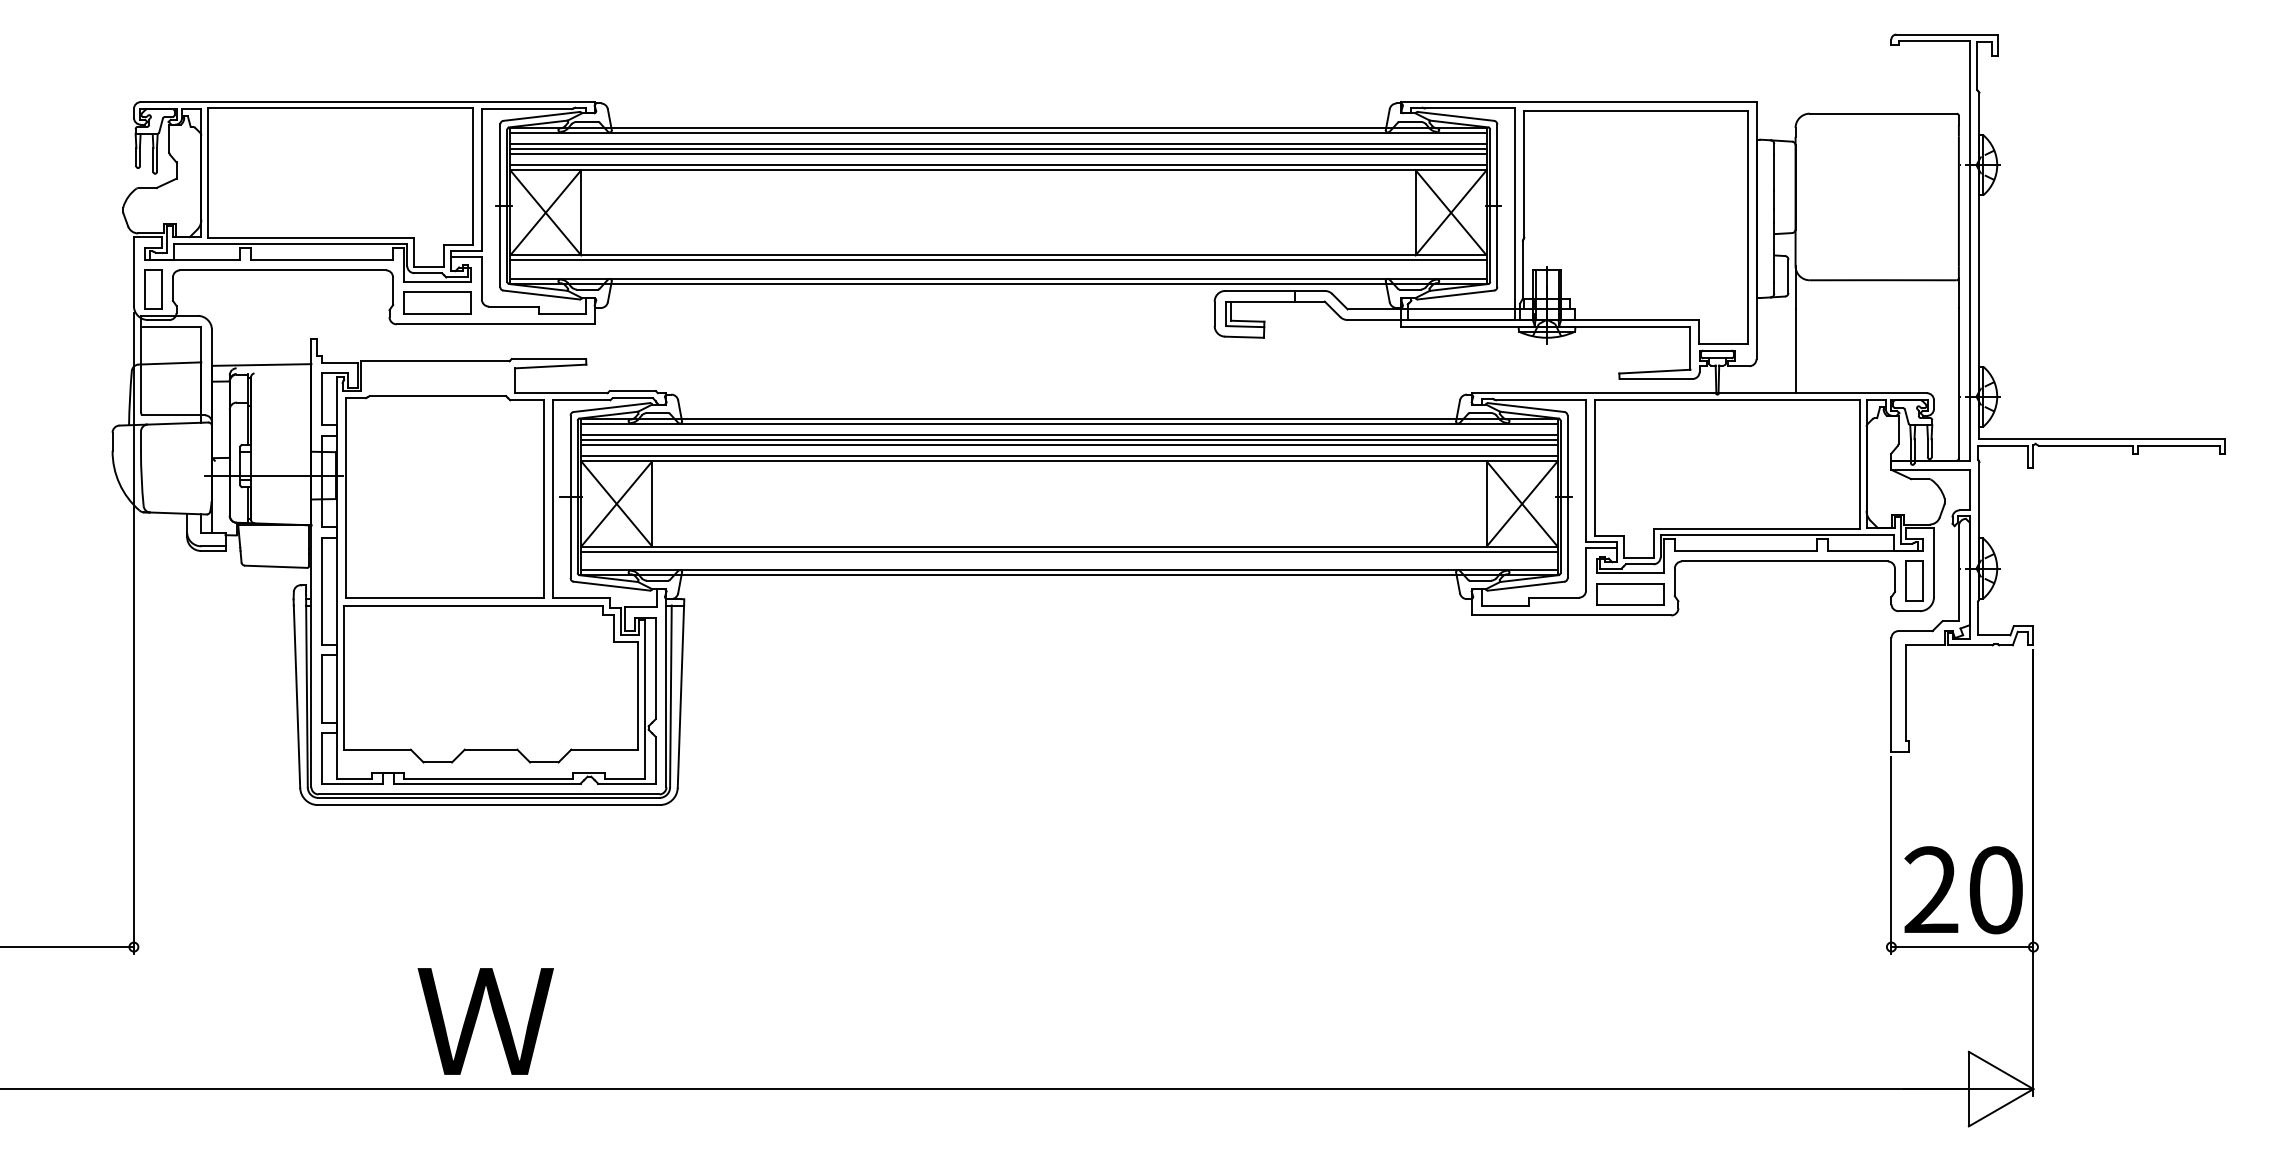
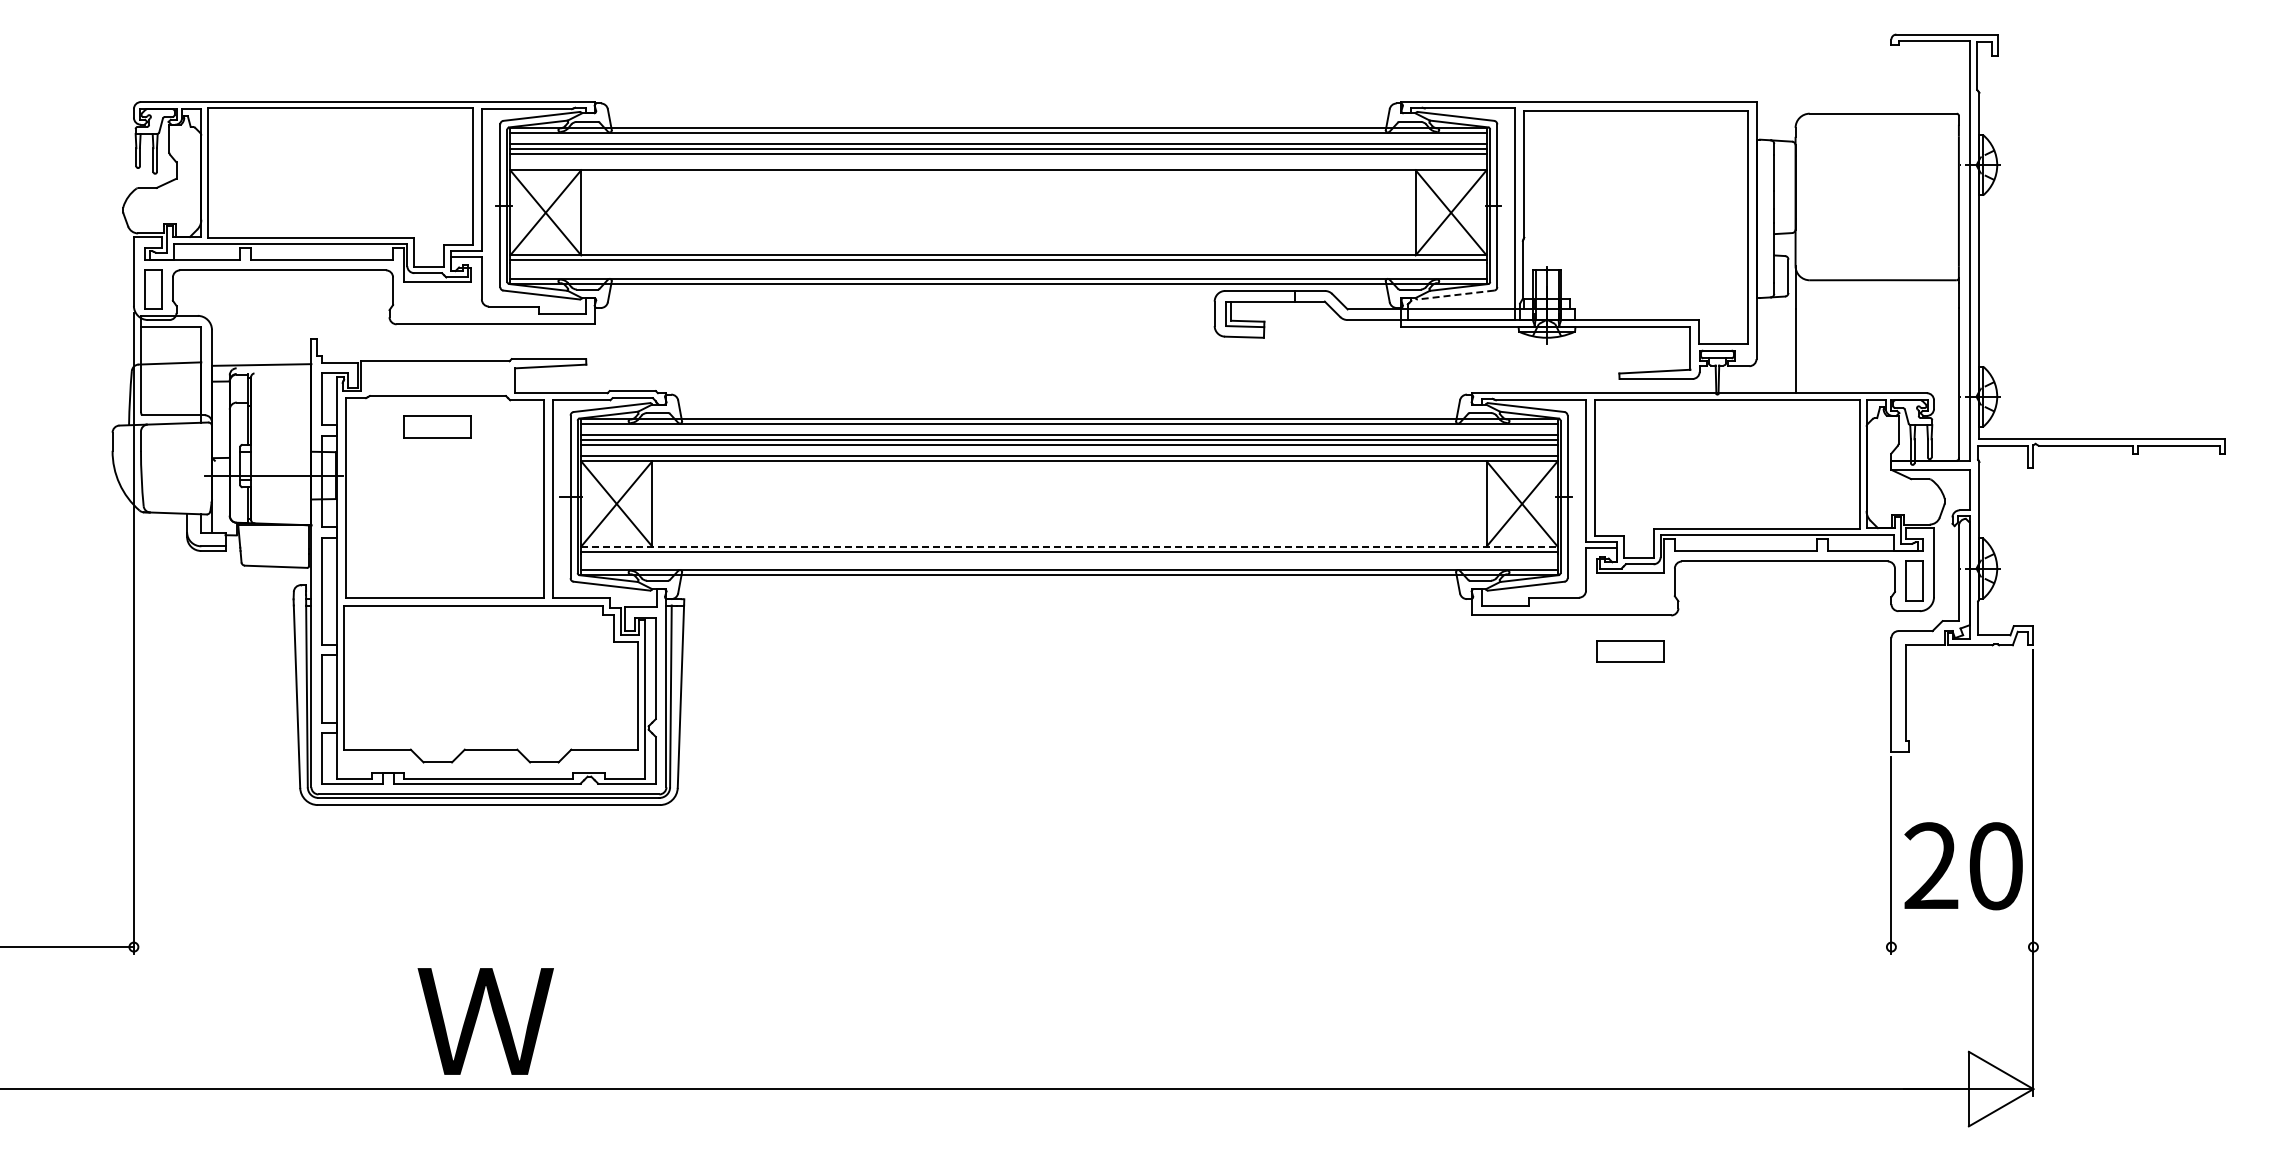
line at (998, 165): present -> none
line at (1455, 295): solid -> dashed
part at (437, 302) position: (437, 302) -> (437, 426)
line at (1069, 546): solid -> dashed
part at (1630, 594) position: (1630, 594) -> (1630, 651)
text at (1963, 890) position: (1963, 890) -> (1963, 866)
line at (1962, 947): present -> none
